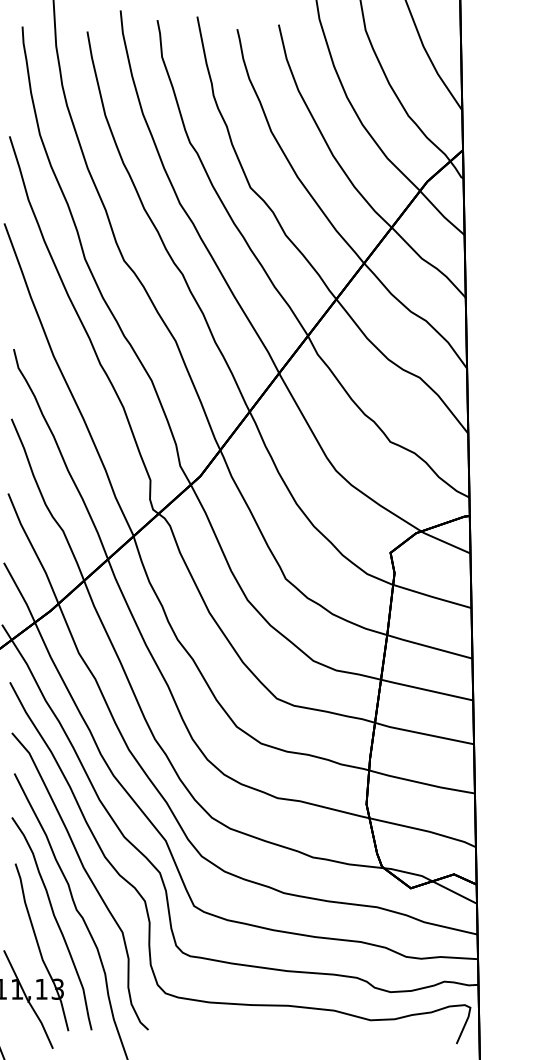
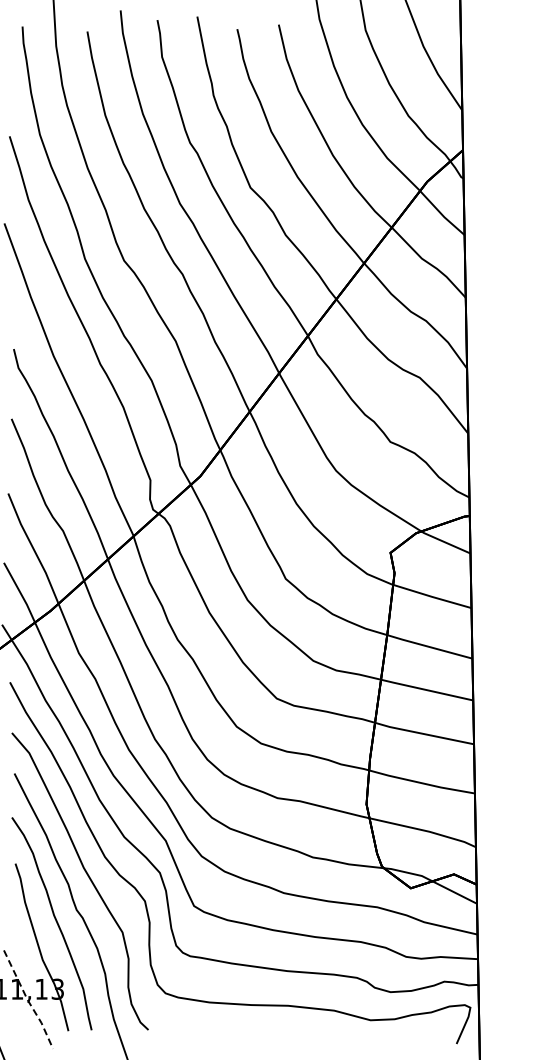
line at (28, 1000): solid -> dashed
